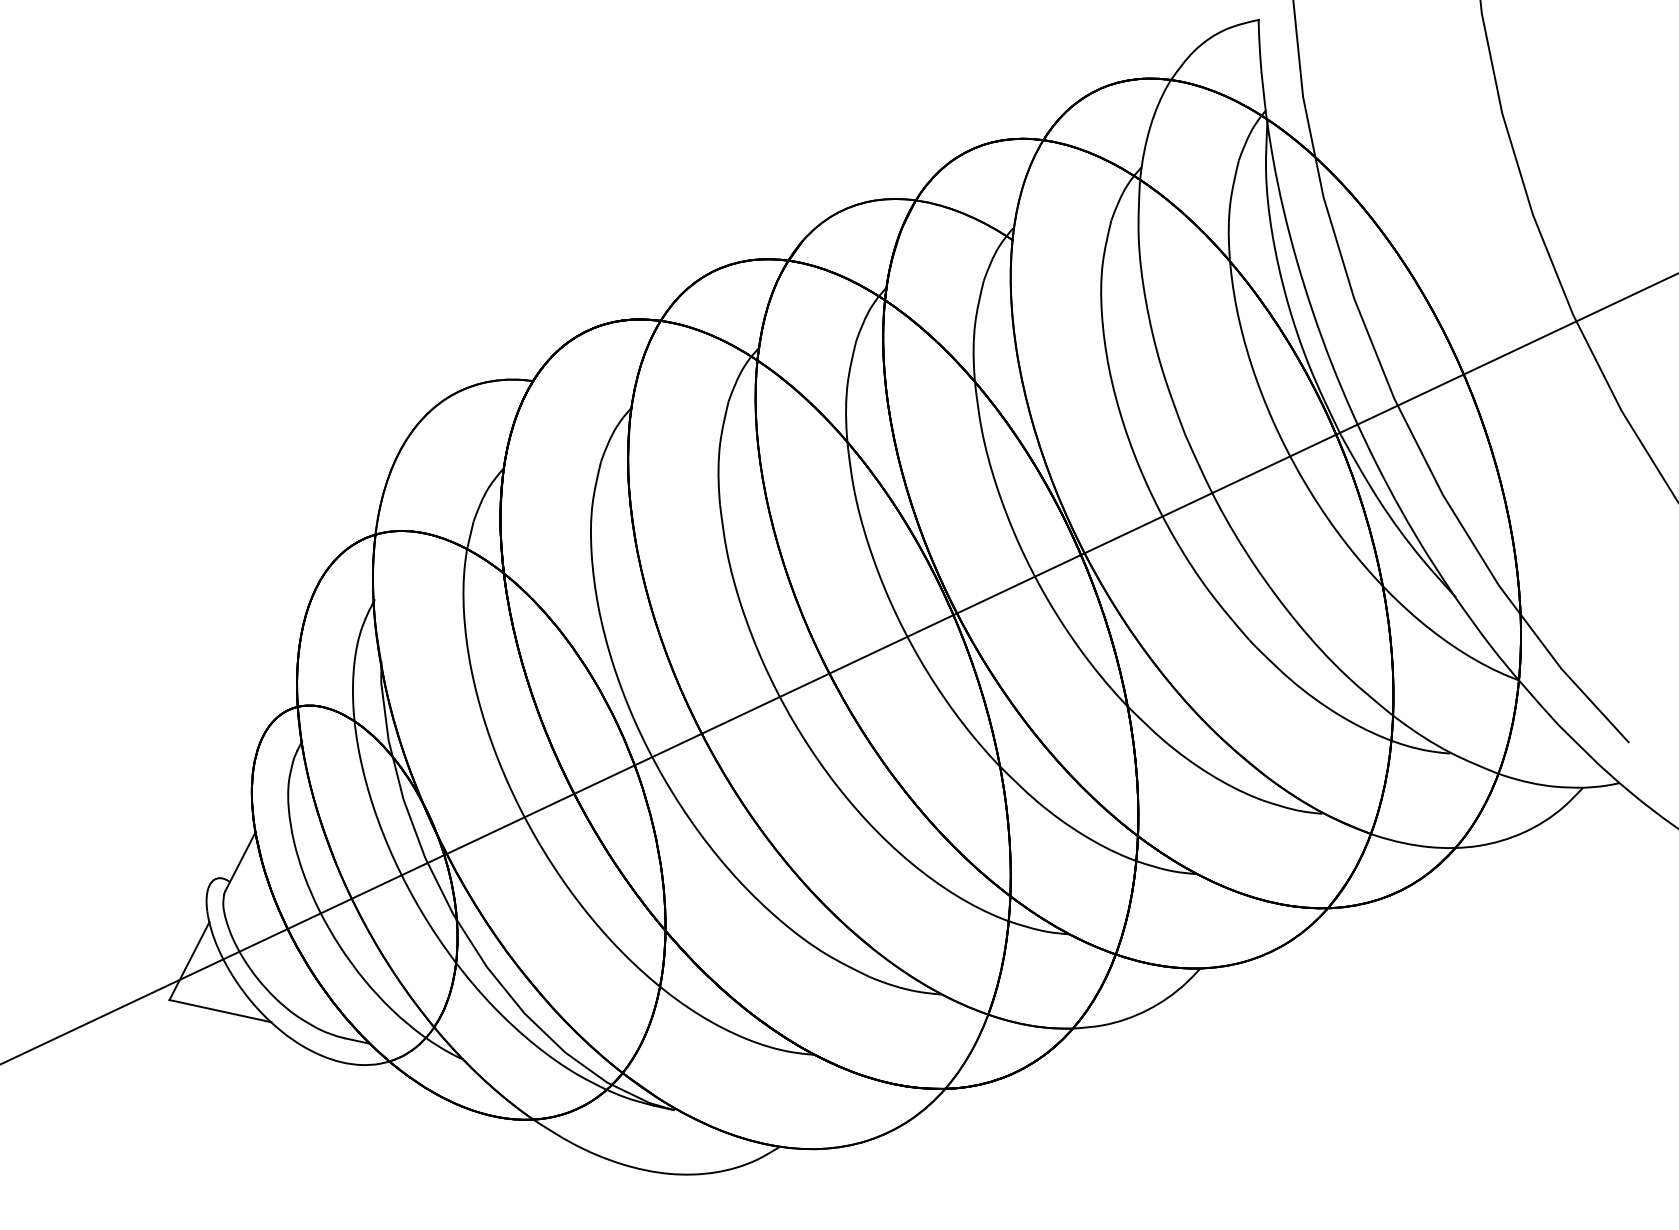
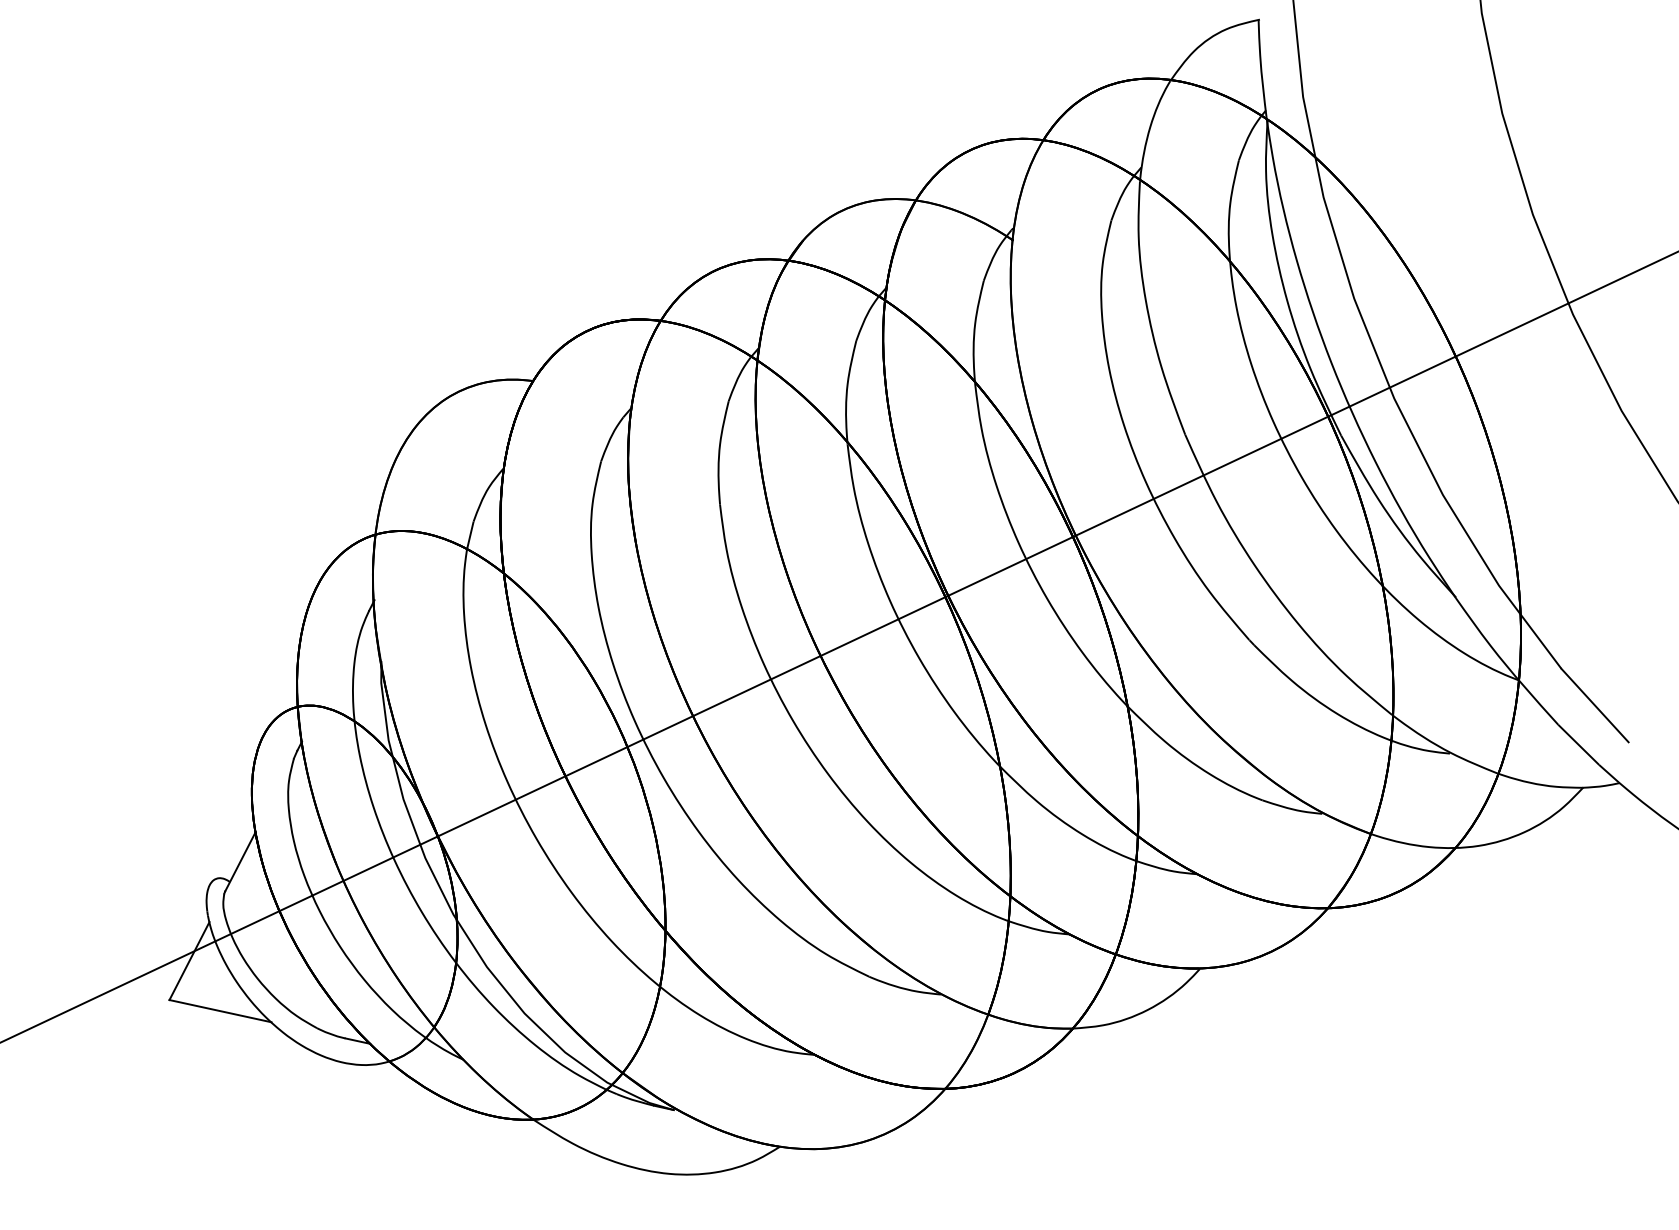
line at (838, 668) position: (838, 668) -> (838, 646)
